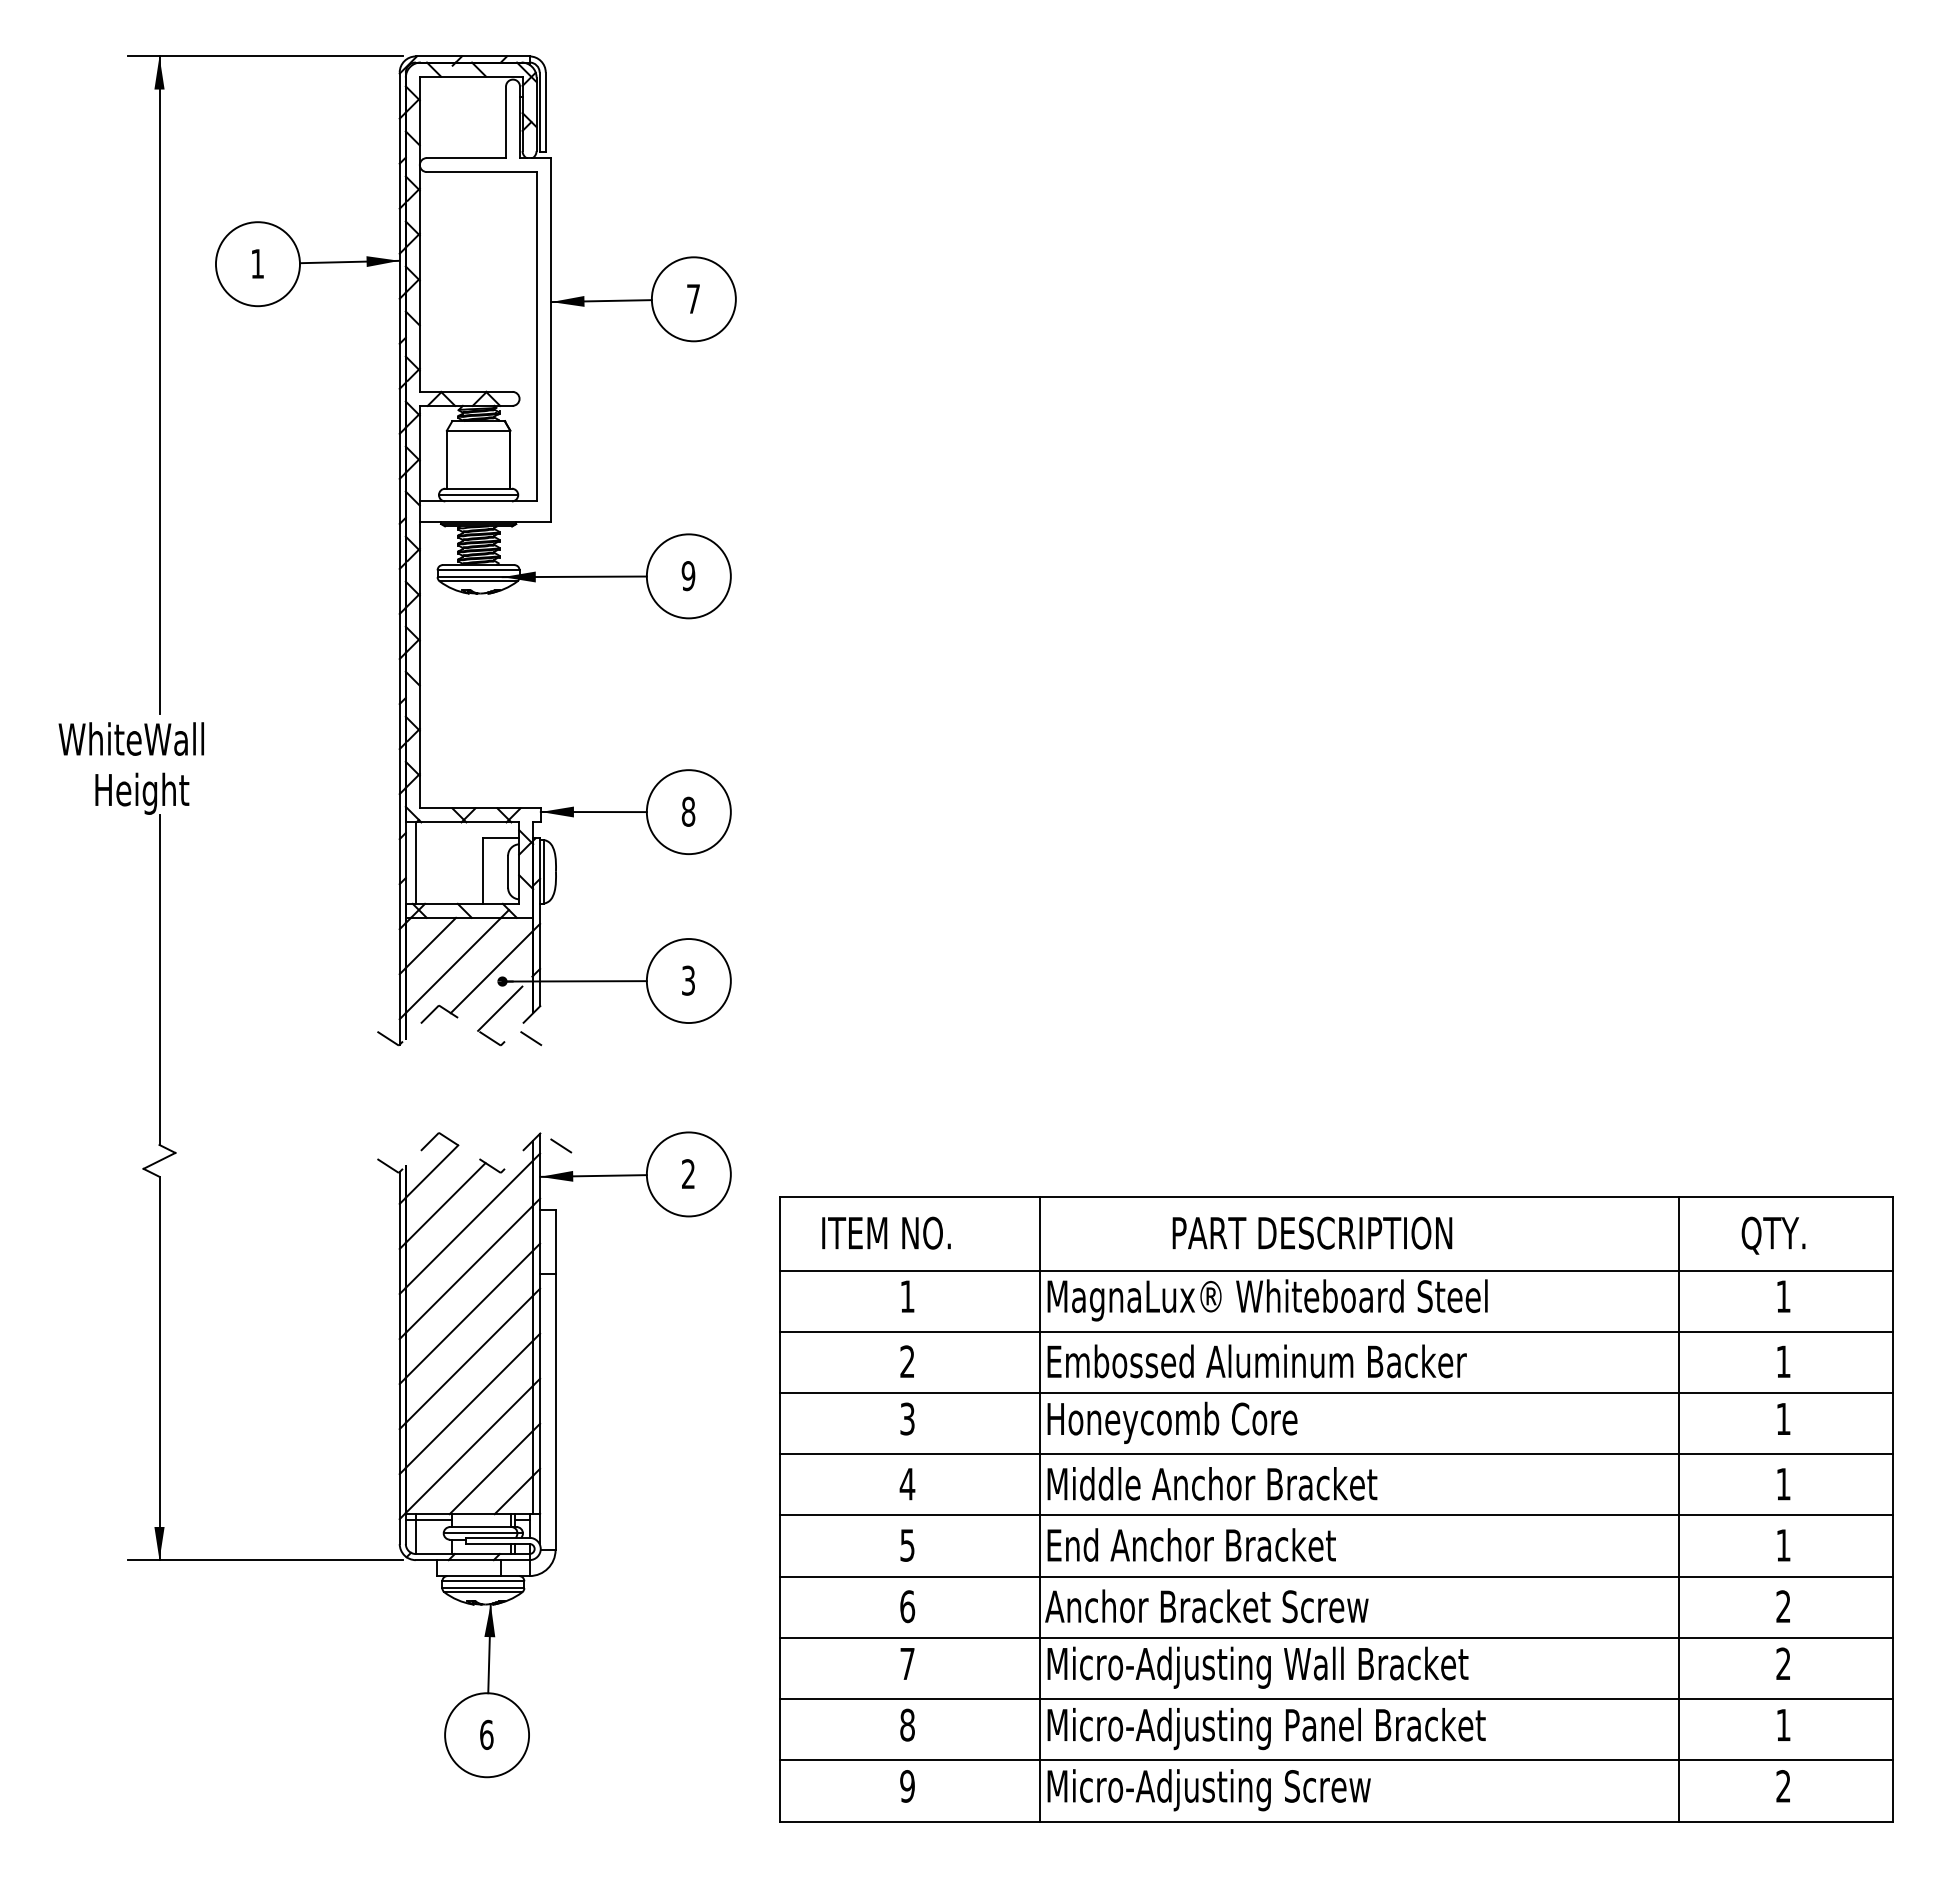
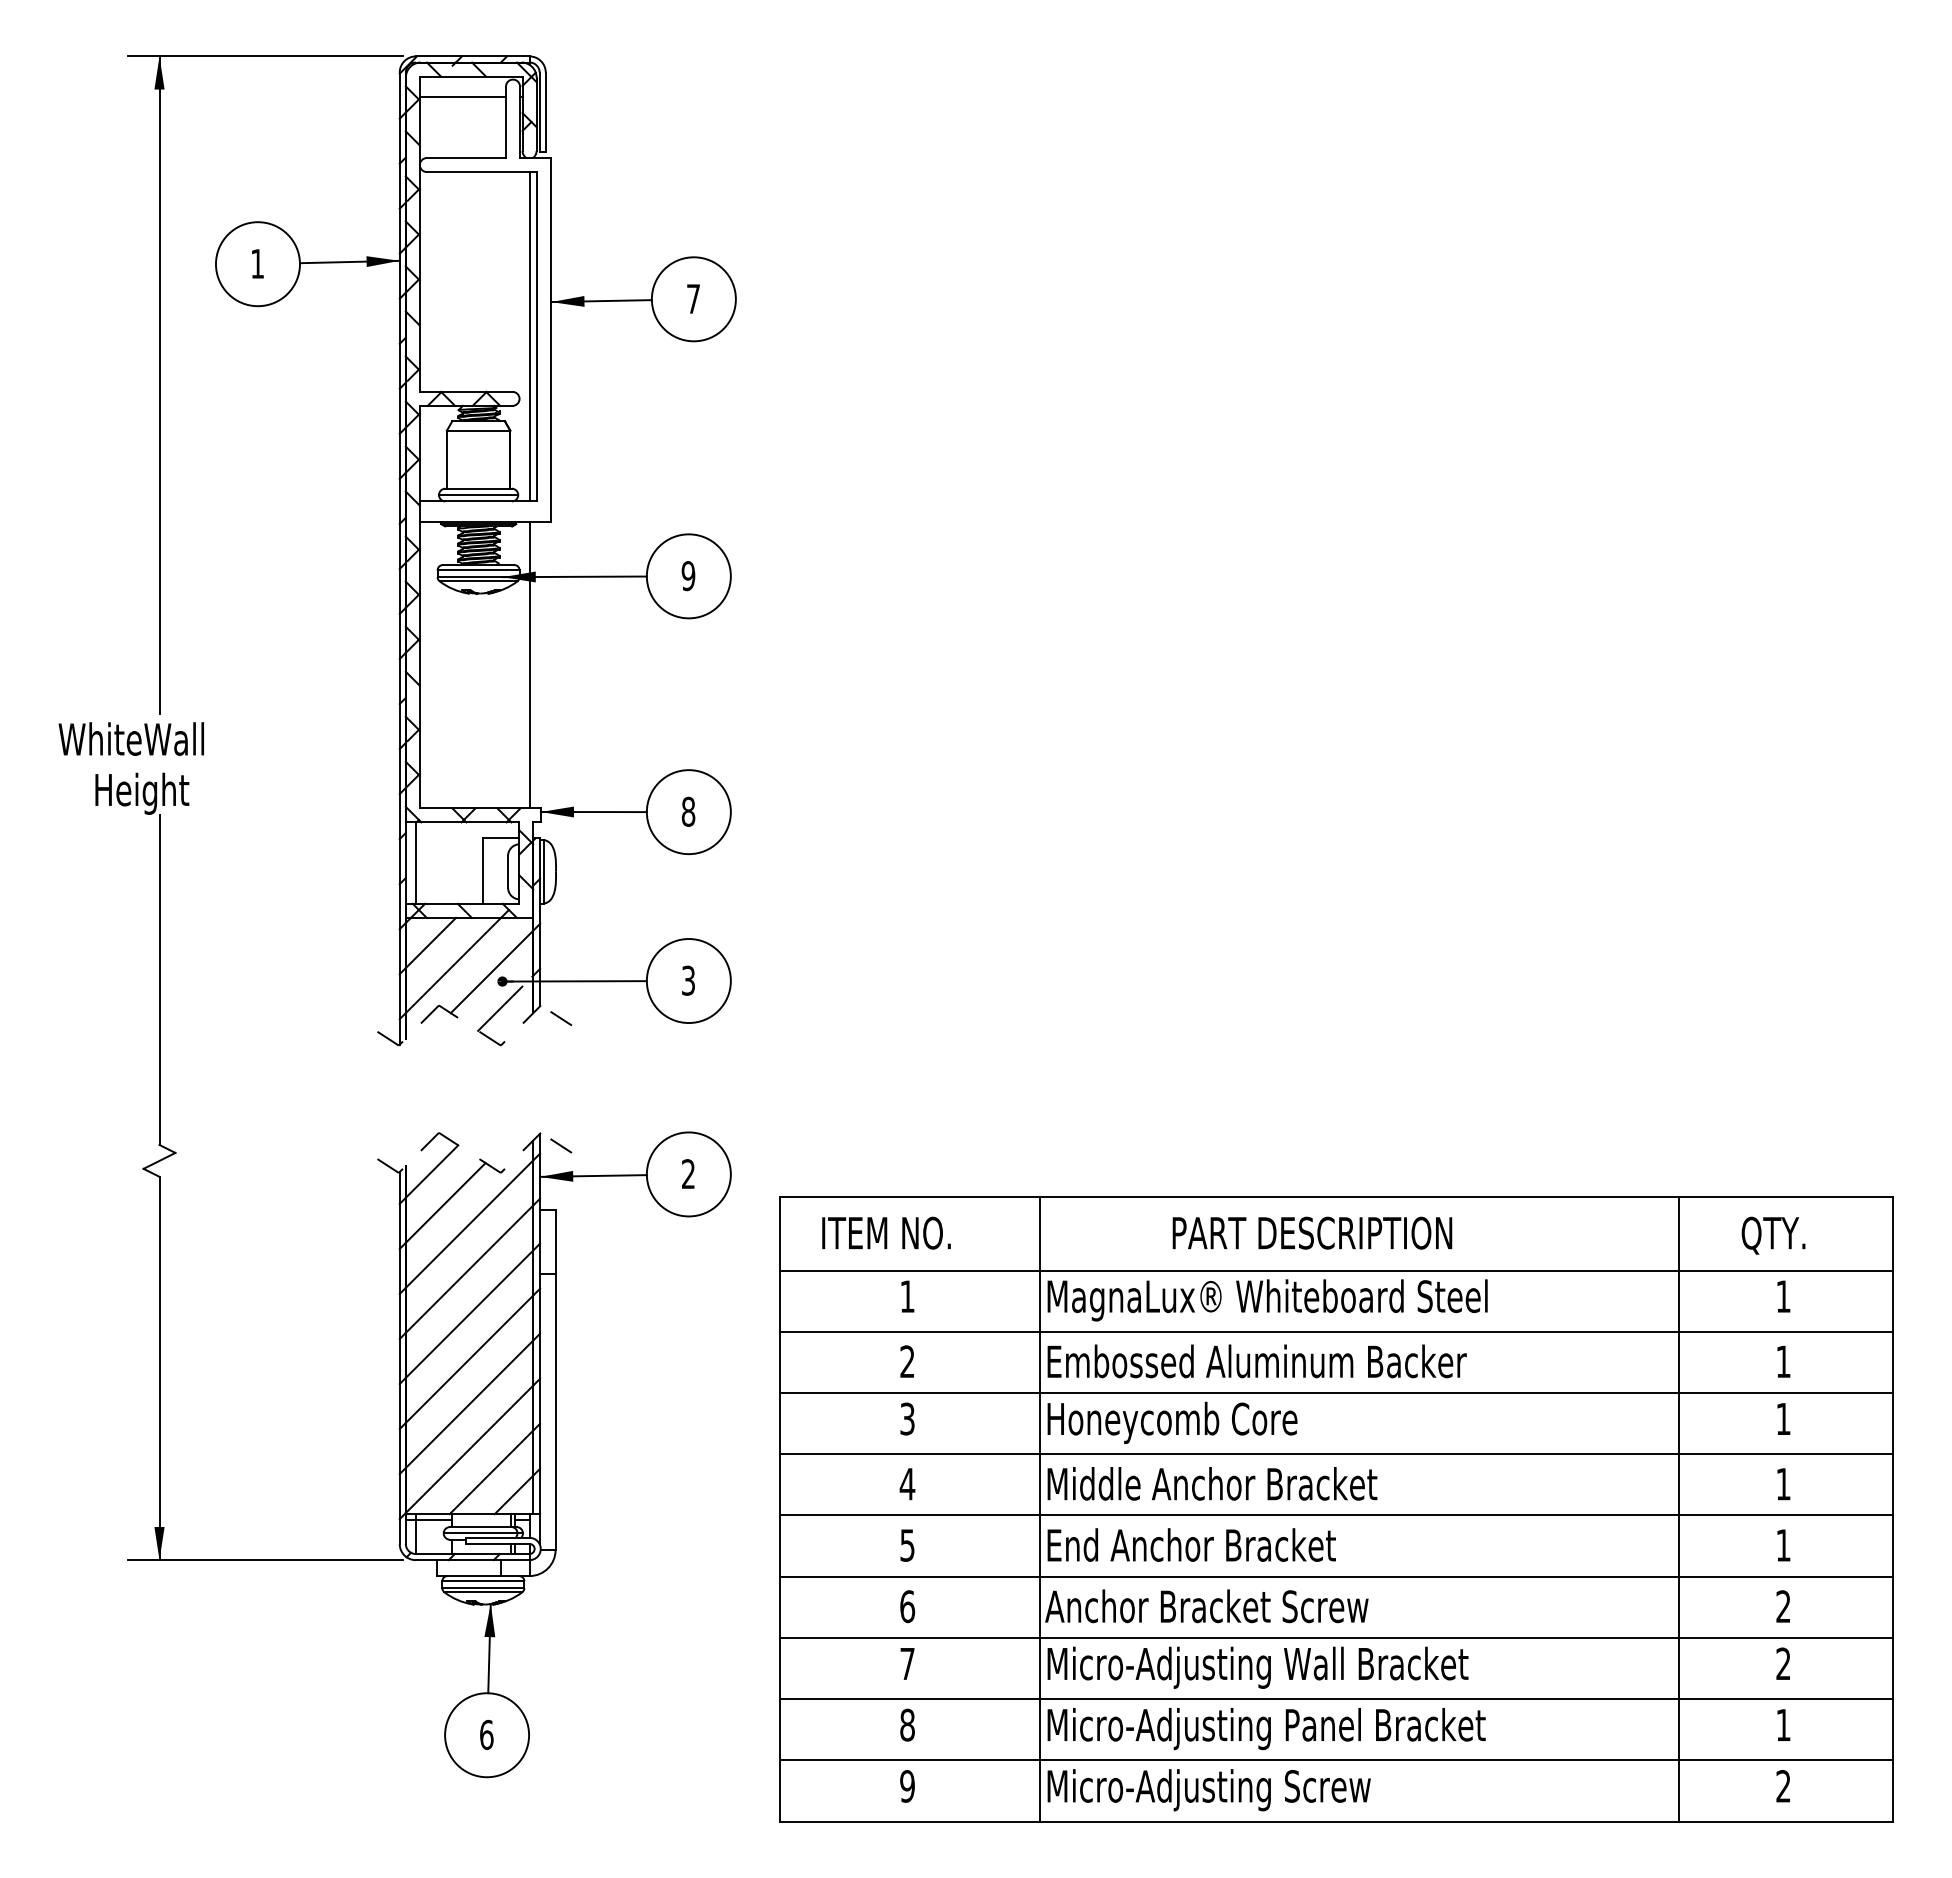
line at (462, 96): none -> present
line at (529, 336): none -> present
line at (529, 664): none -> present
line at (531, 1038) position: (531, 1038) -> (561, 1018)
